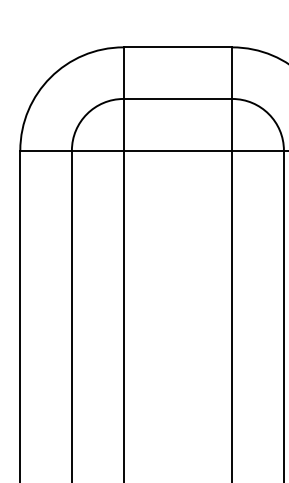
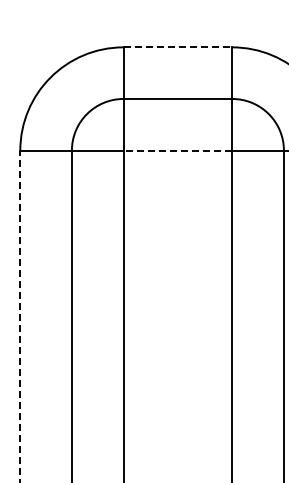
line at (178, 47): solid -> dashed
line at (177, 150): solid -> dashed
line at (20, 316): solid -> dashed
